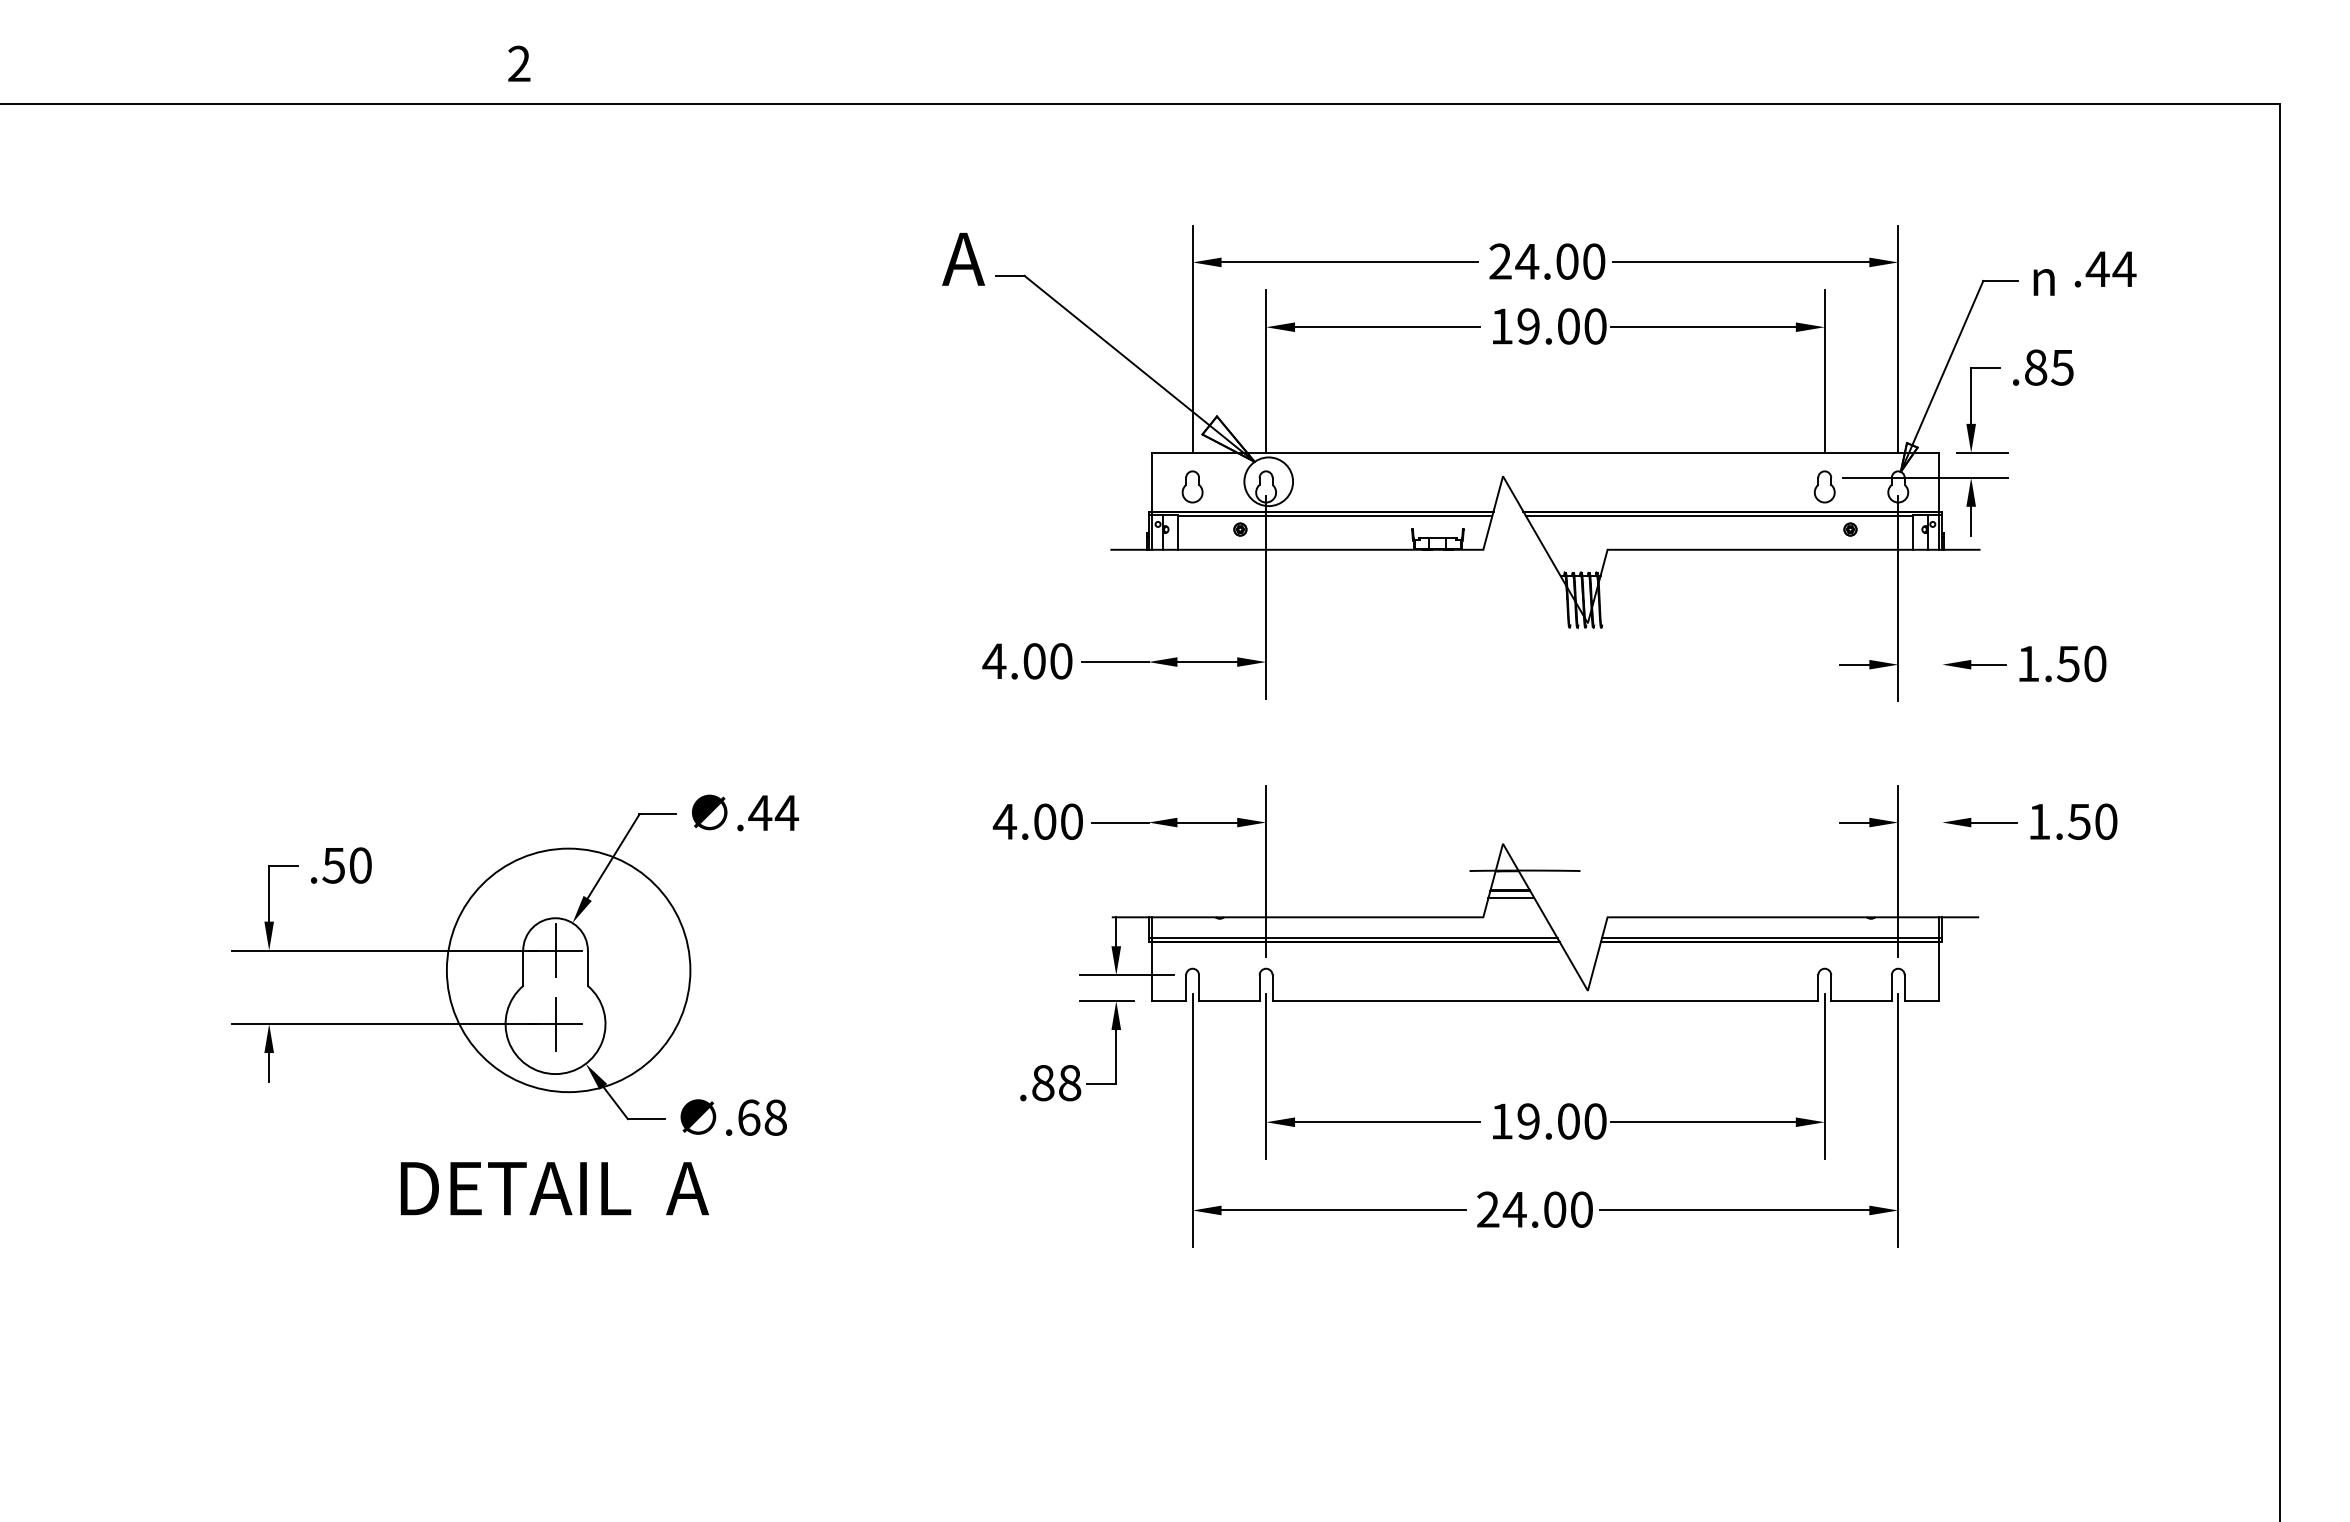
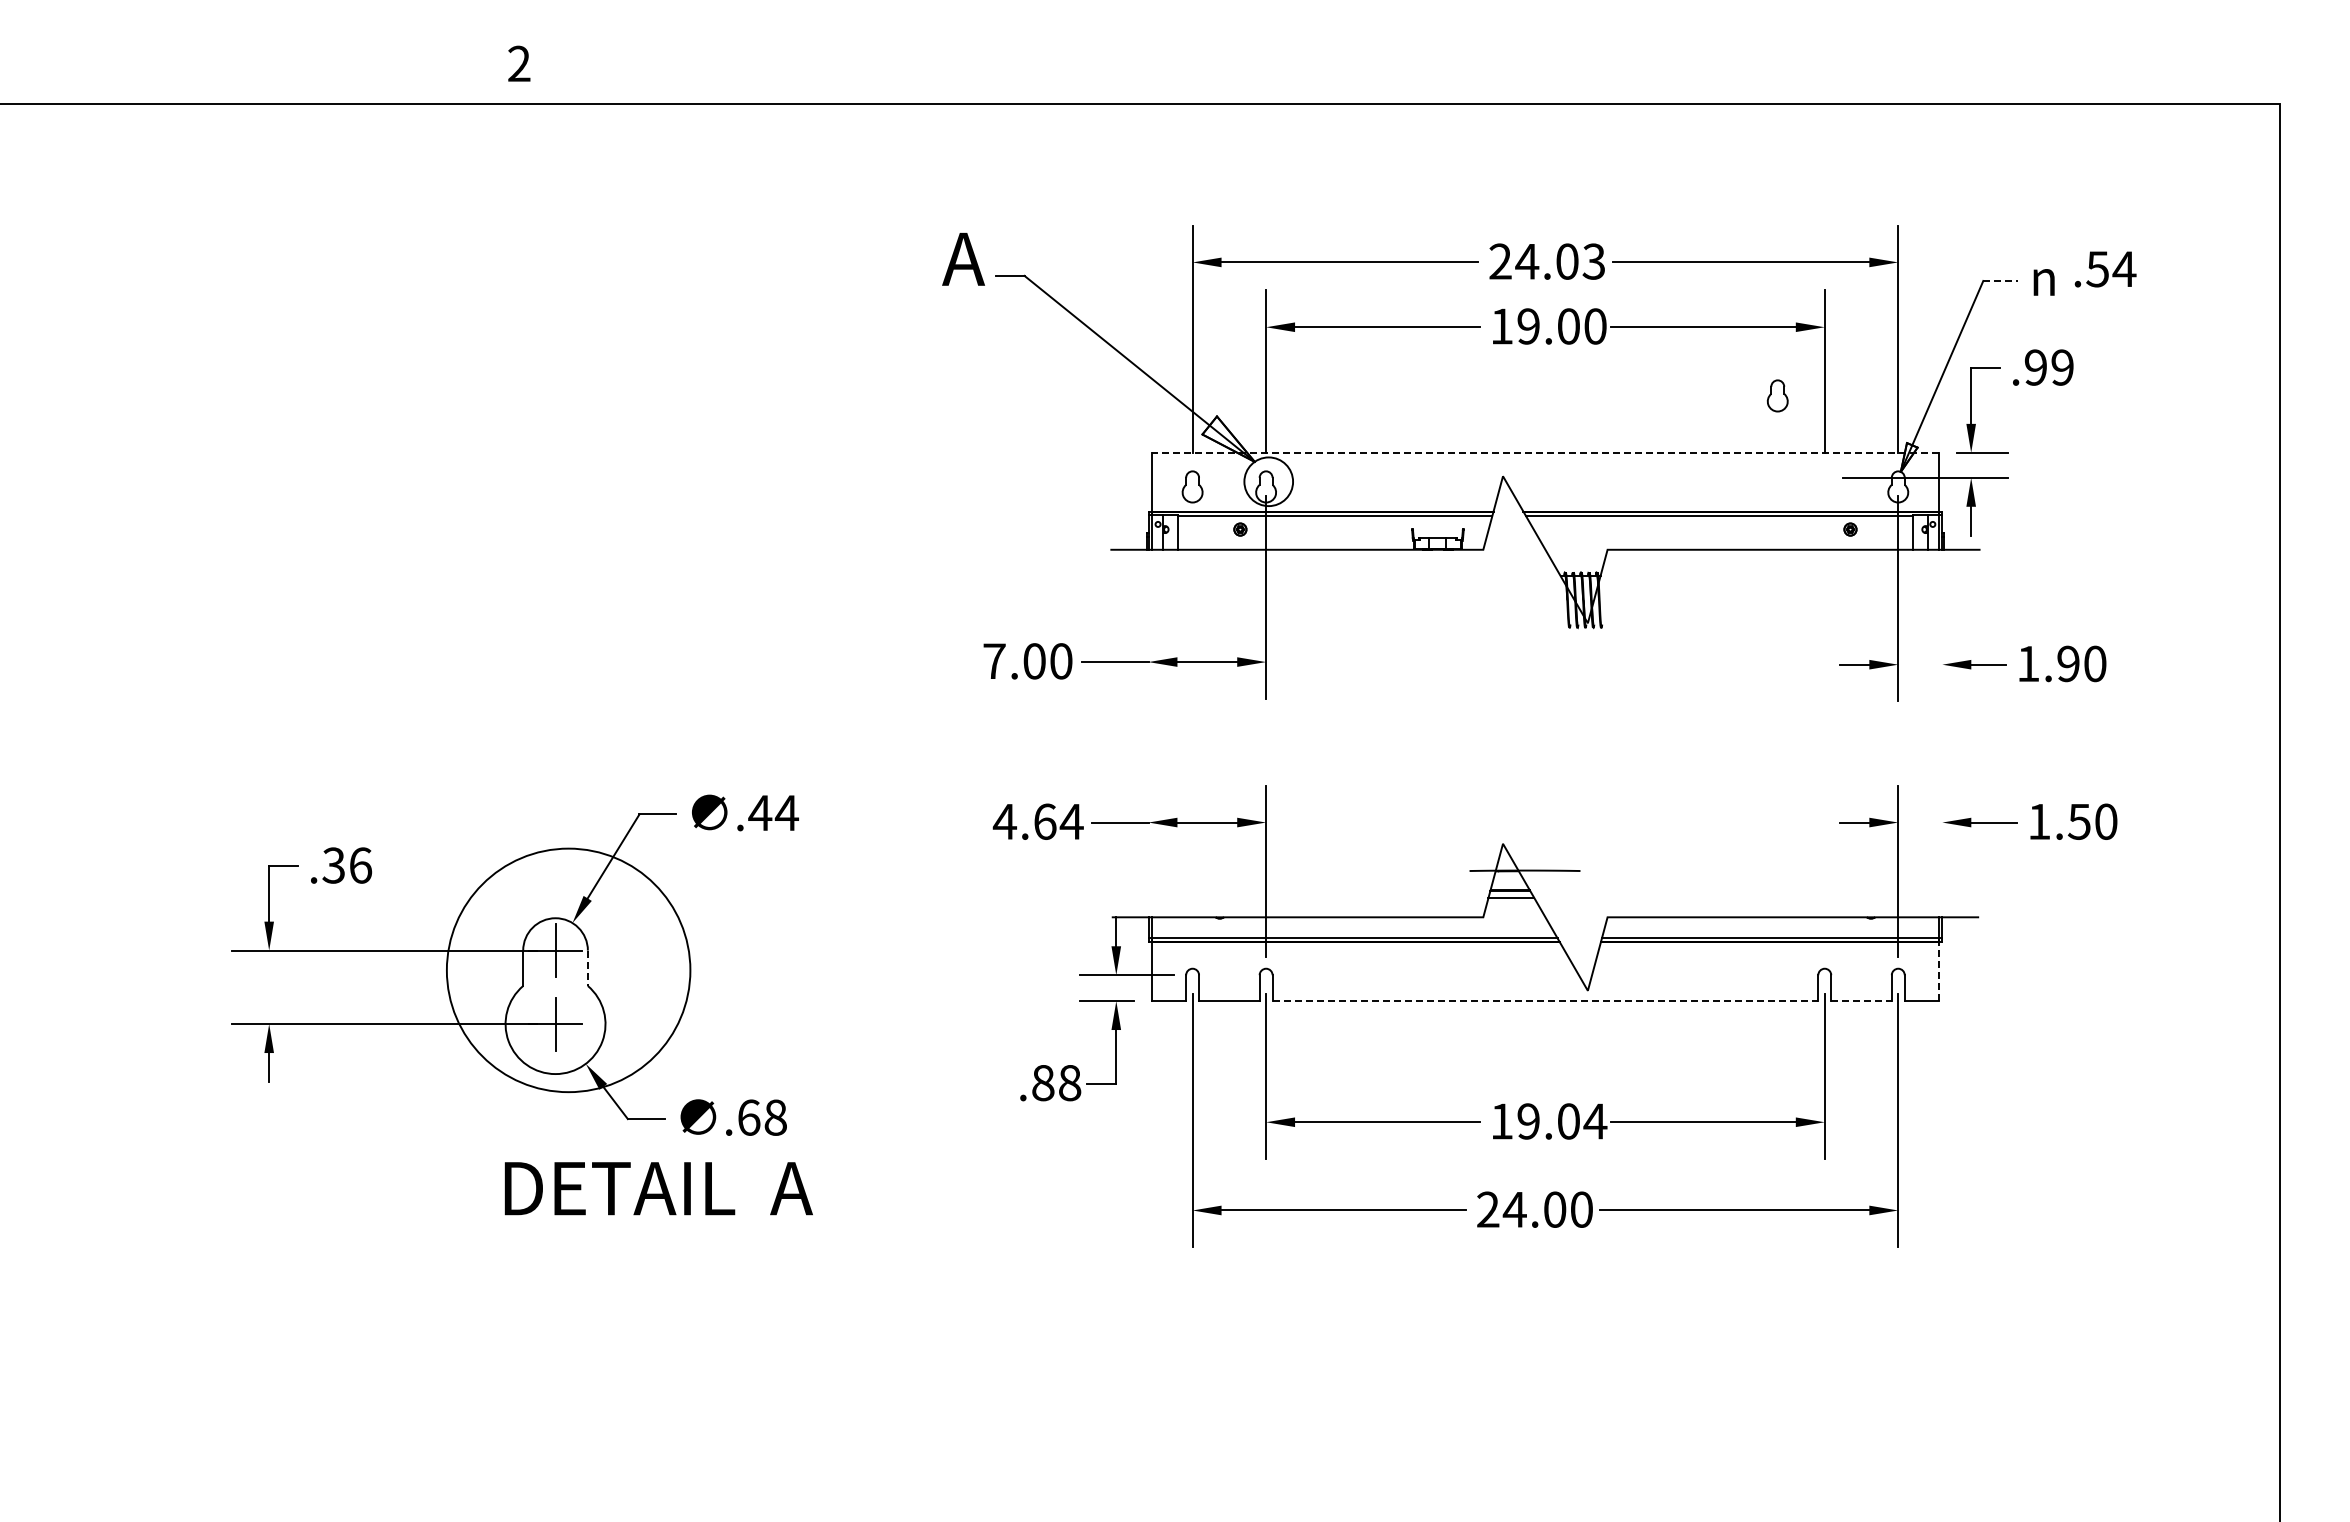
text at (1593, 261): 24.00 -> 24.03
text at (2097, 269): .44 -> .54
line at (2001, 280): solid -> dashed
text at (2048, 367): .85 -> .99
line at (1544, 452): solid -> dashed
part at (1824, 486) position: (1824, 486) -> (1777, 395)
text at (994, 660): 4.00 -> 7.00
text at (2067, 663): 1.50 -> 1.90
text at (1058, 821): 4.00 -> 4.64
text at (347, 865): .50 -> .36
line at (587, 968): solid -> dashed
line at (1938, 971): solid -> dashed
line at (1545, 1001): solid -> dashed
line at (1862, 1001): solid -> dashed
text at (1595, 1121): 19.00 -> 19.04
text at (554, 1188) position: (554, 1188) -> (658, 1188)
